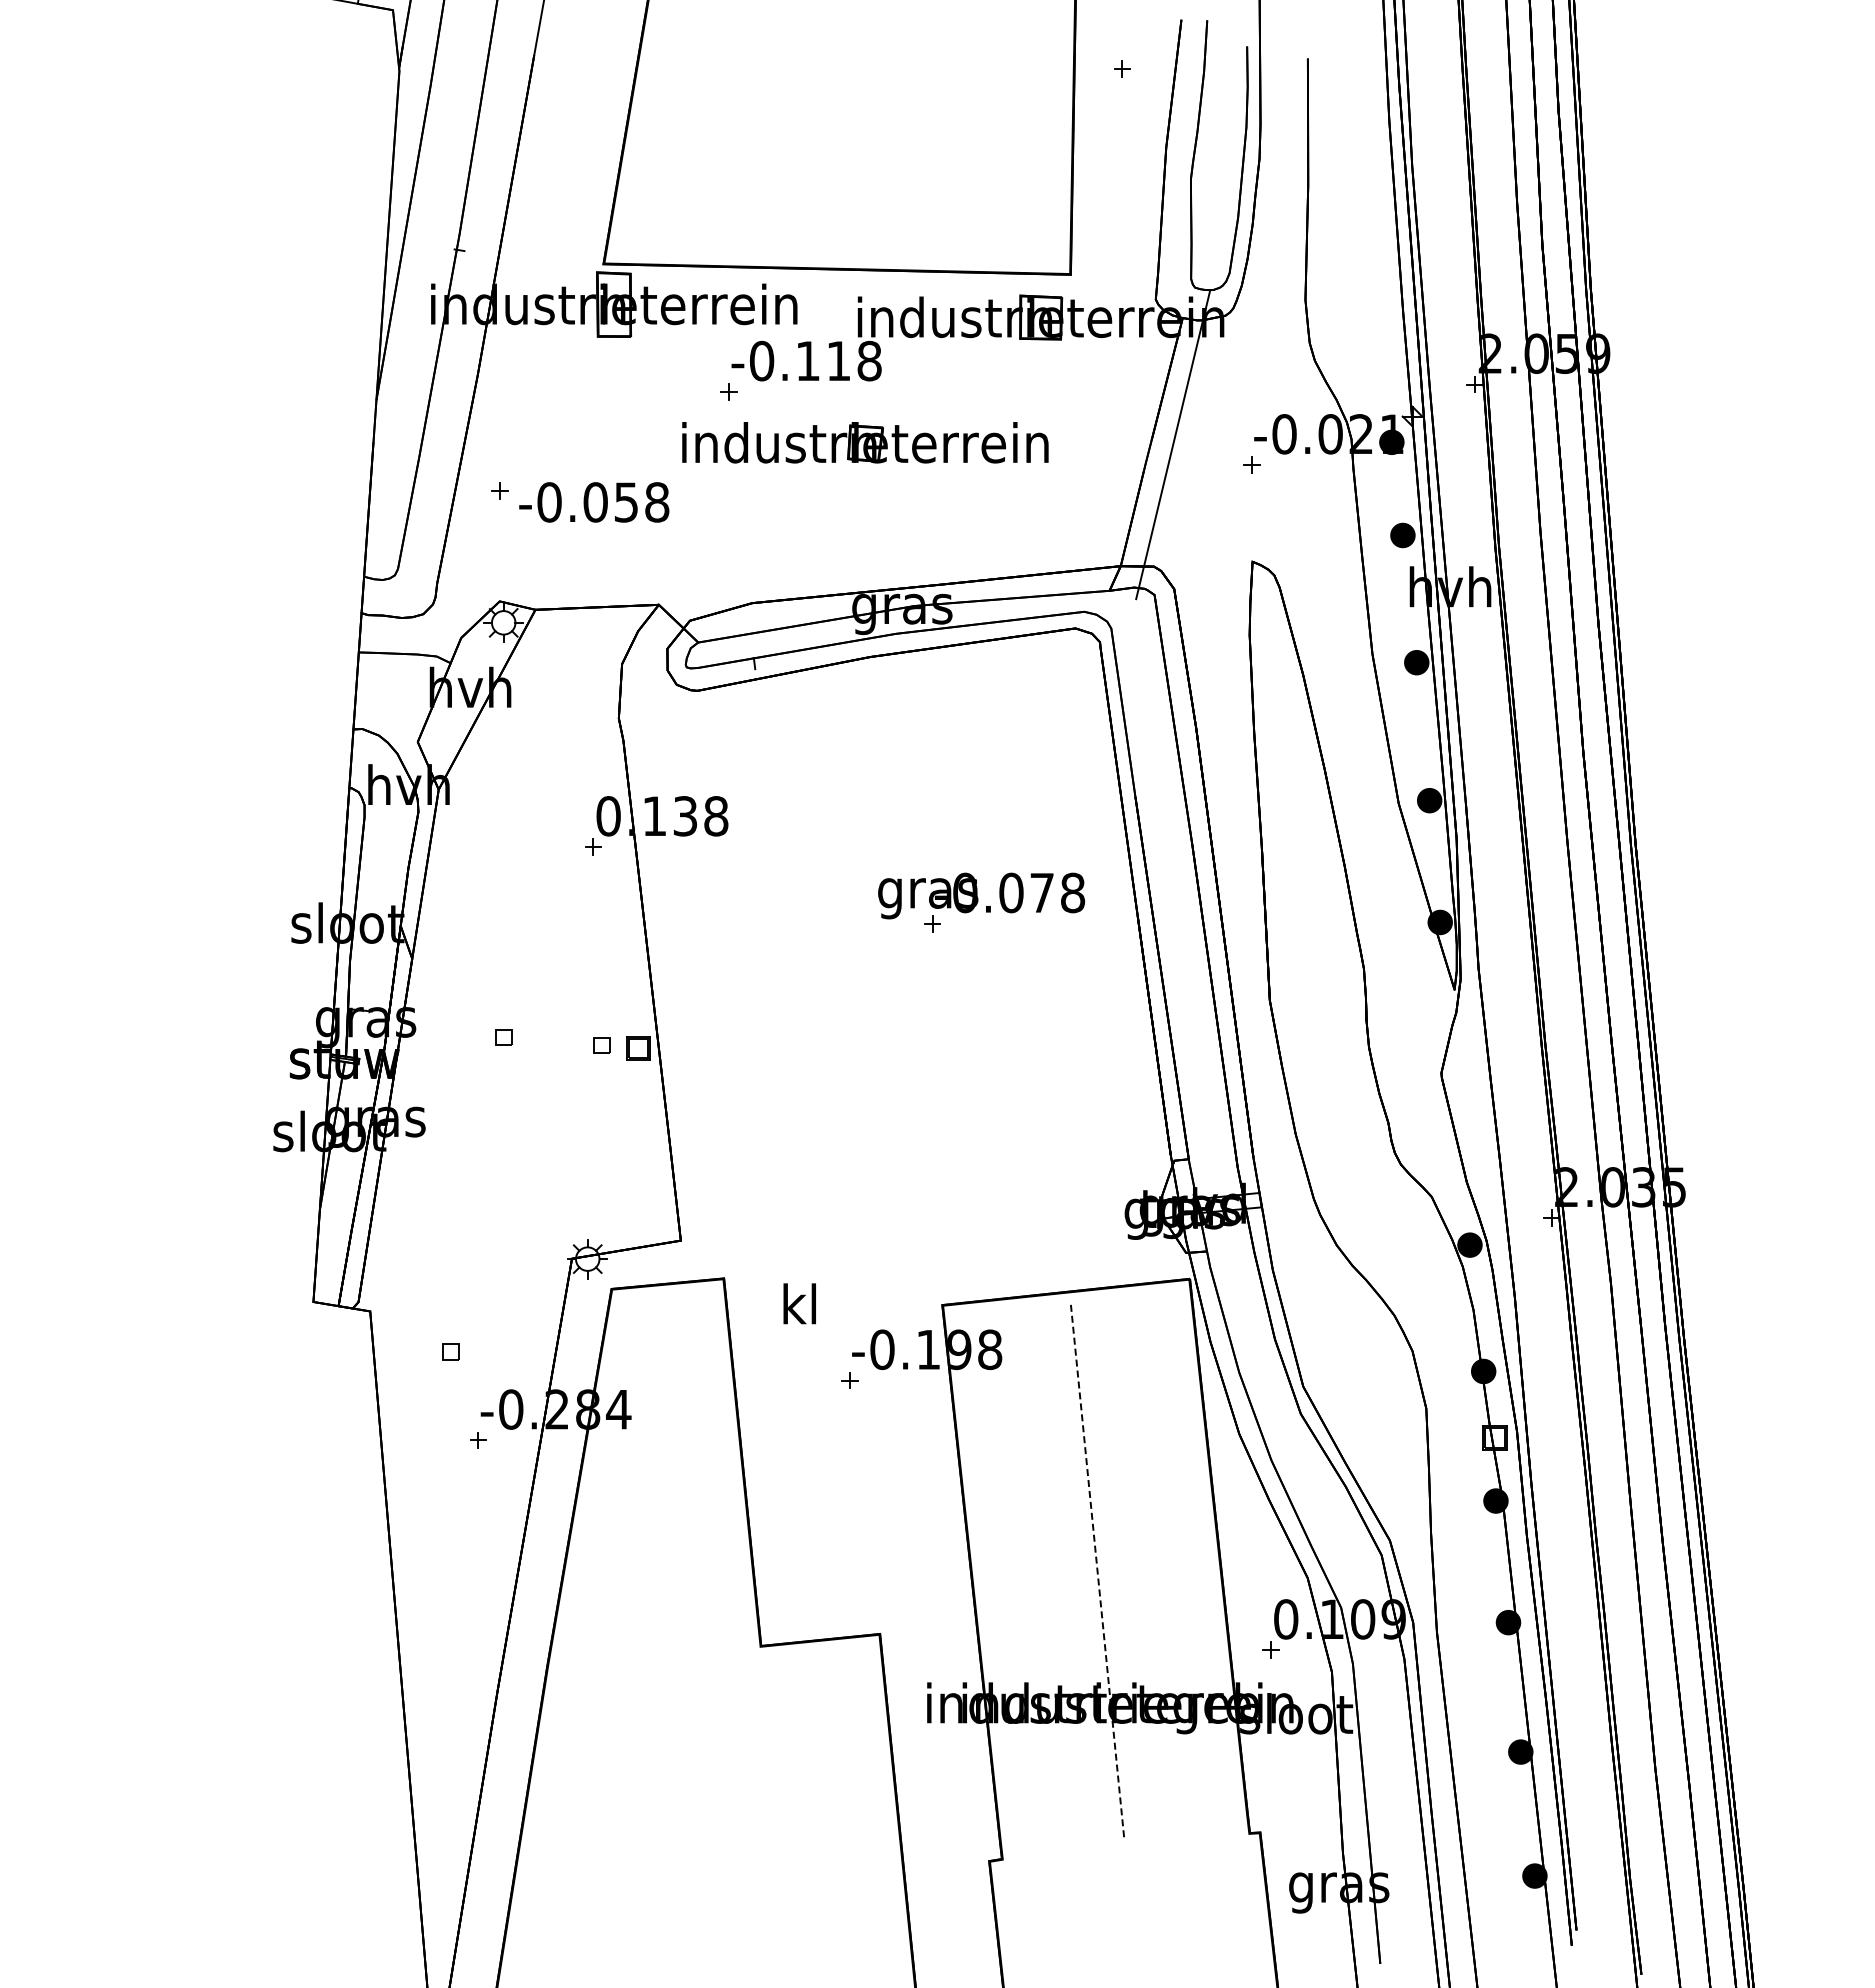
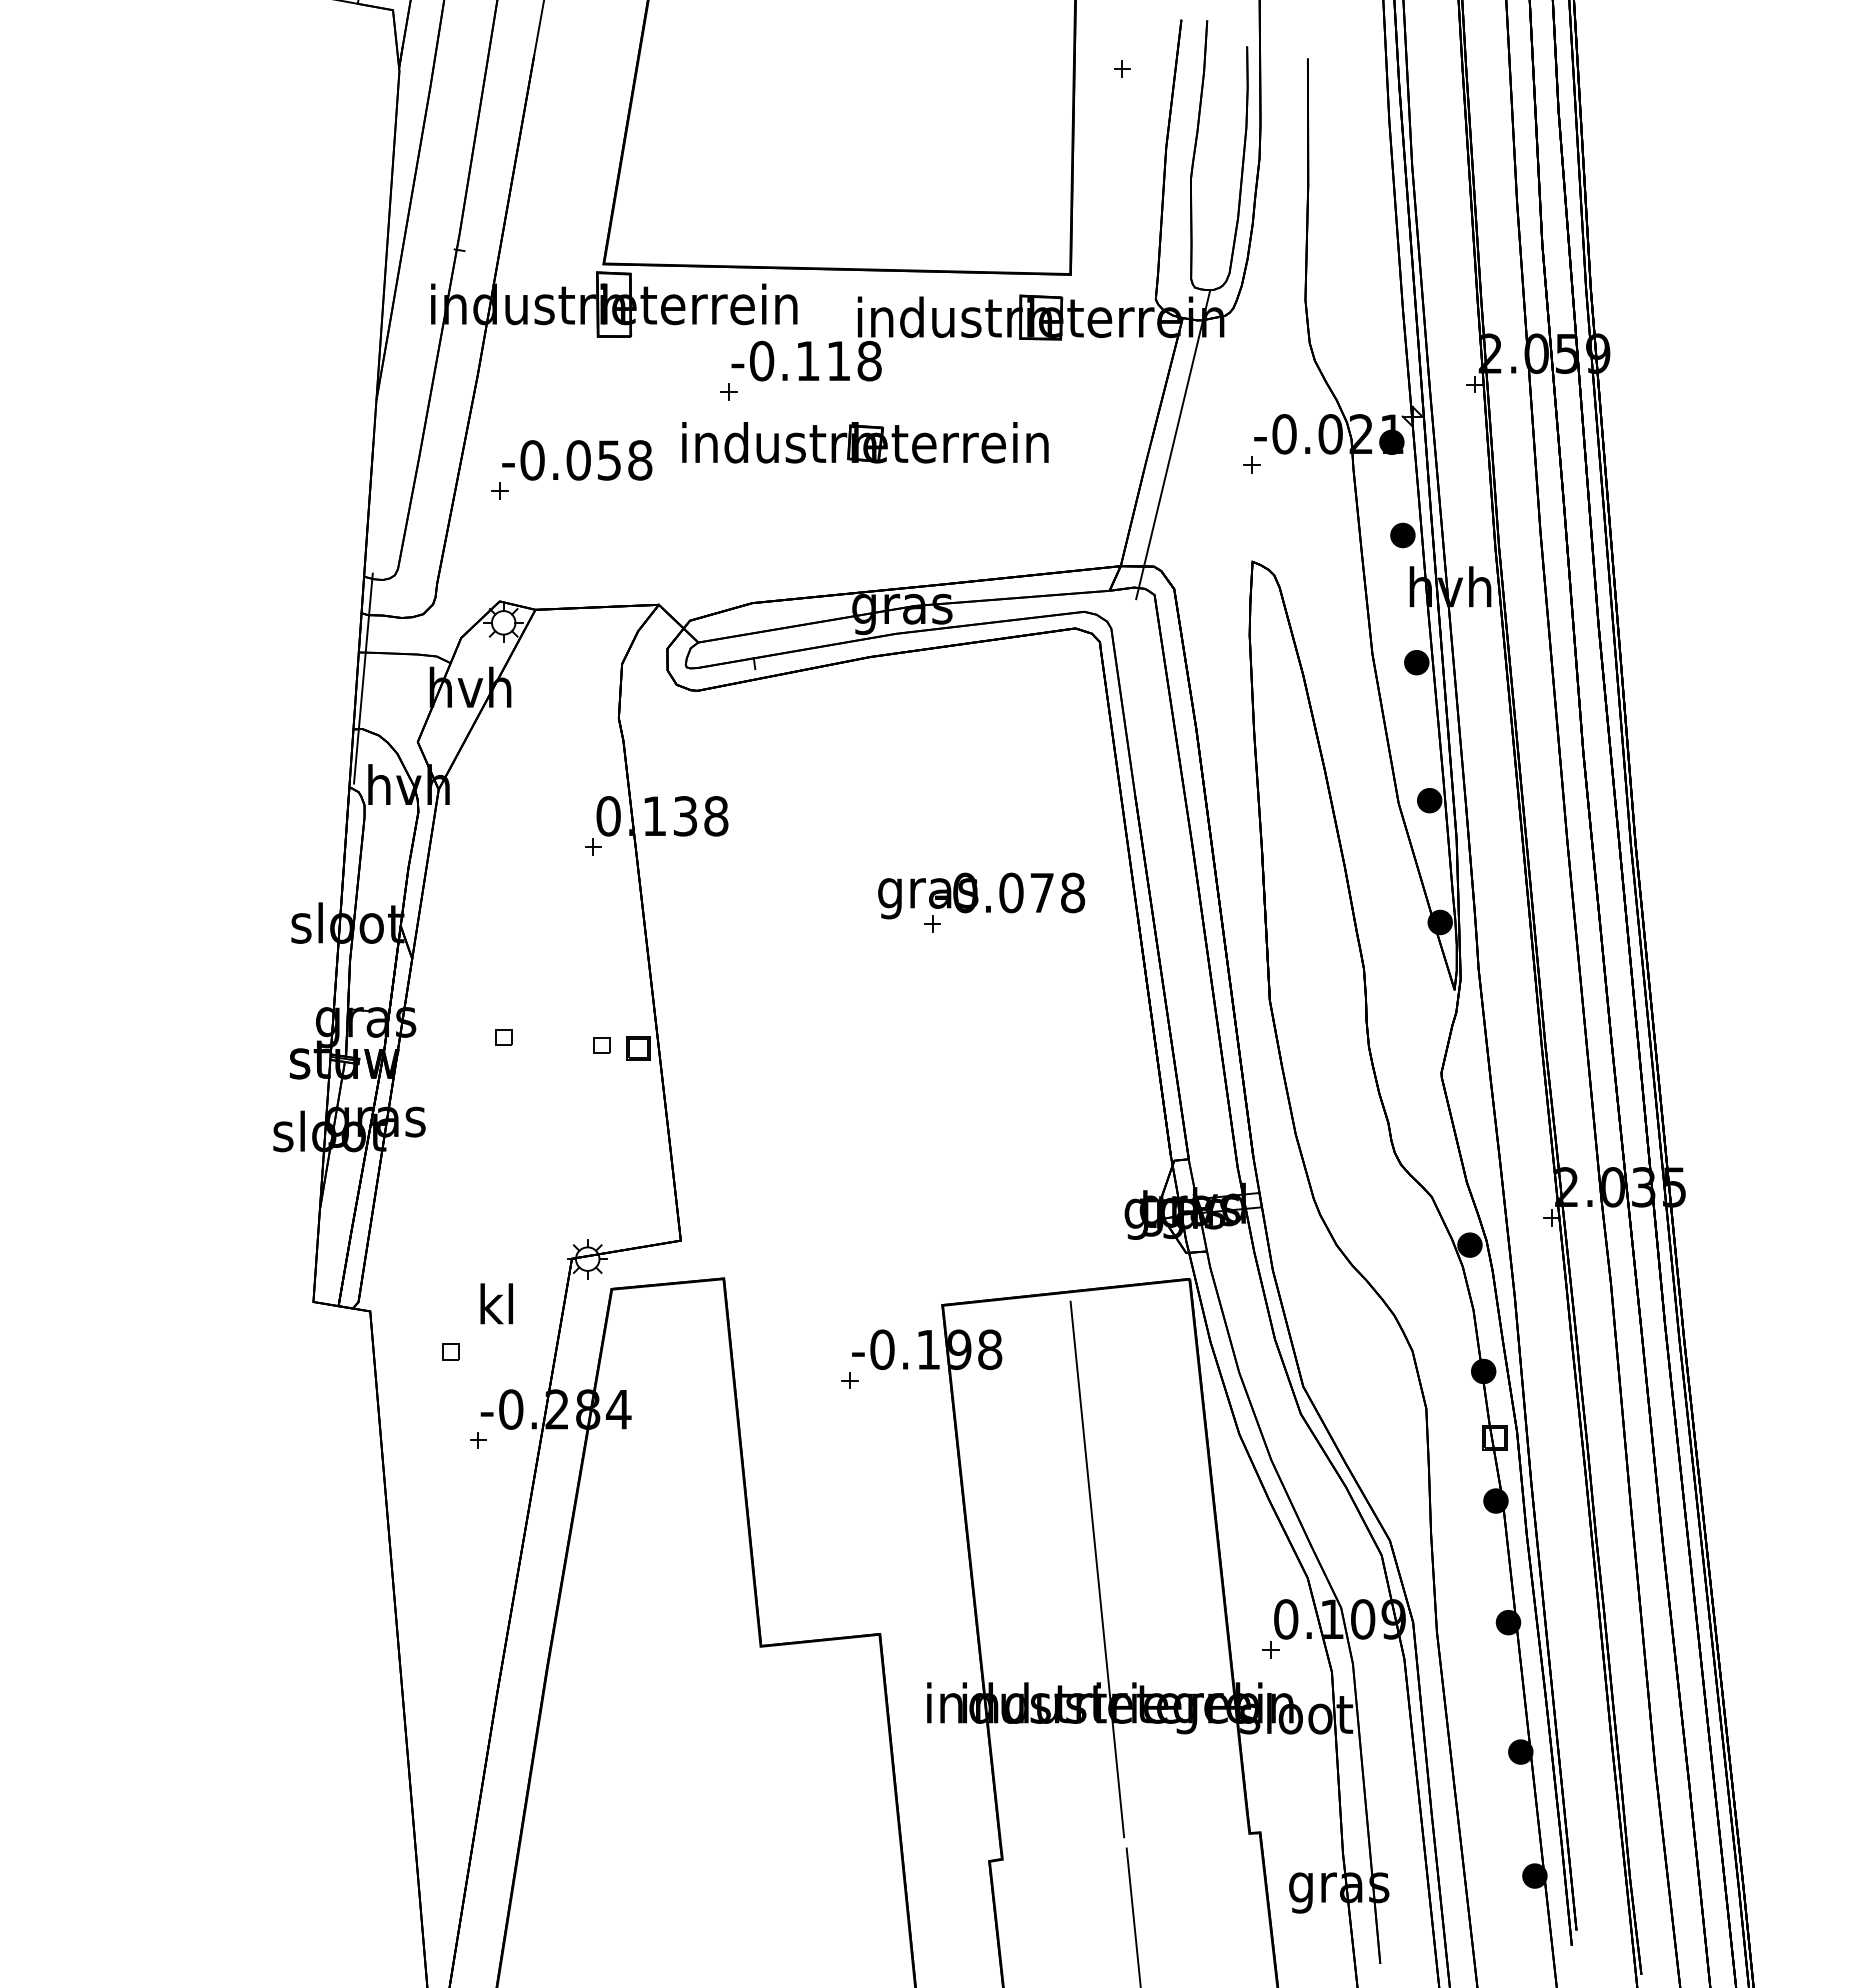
text at (594, 502) position: (594, 502) -> (577, 460)
line at (363, 678): none -> present
text at (799, 1303) position: (799, 1303) -> (496, 1303)
line at (1097, 1568): dashed -> solid
line at (1133, 1916): none -> present
